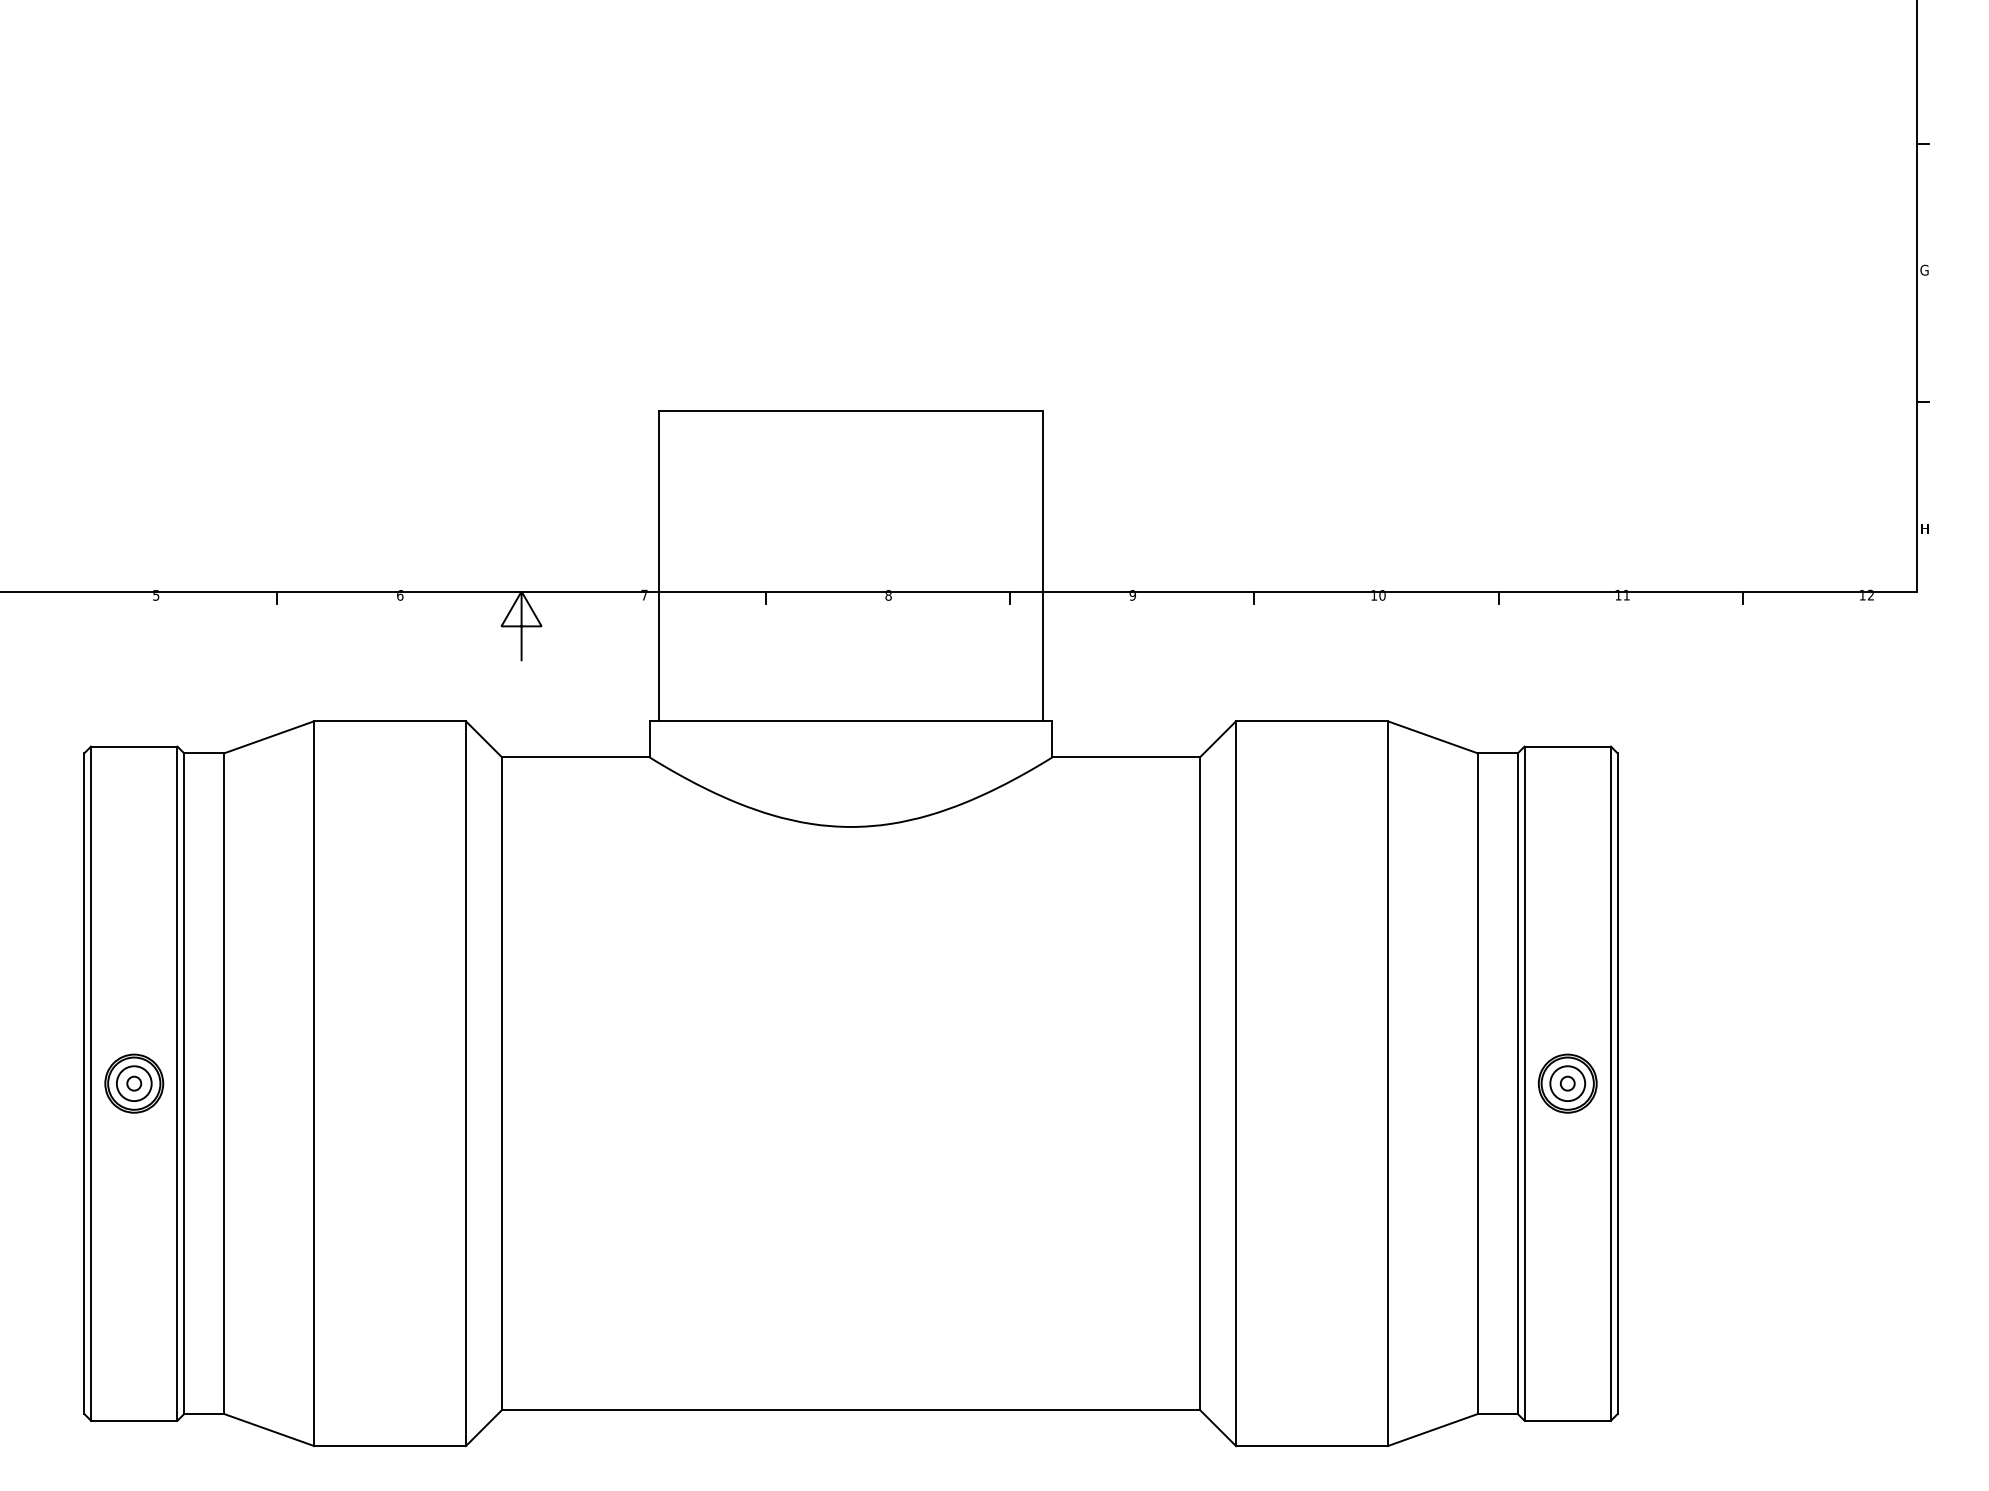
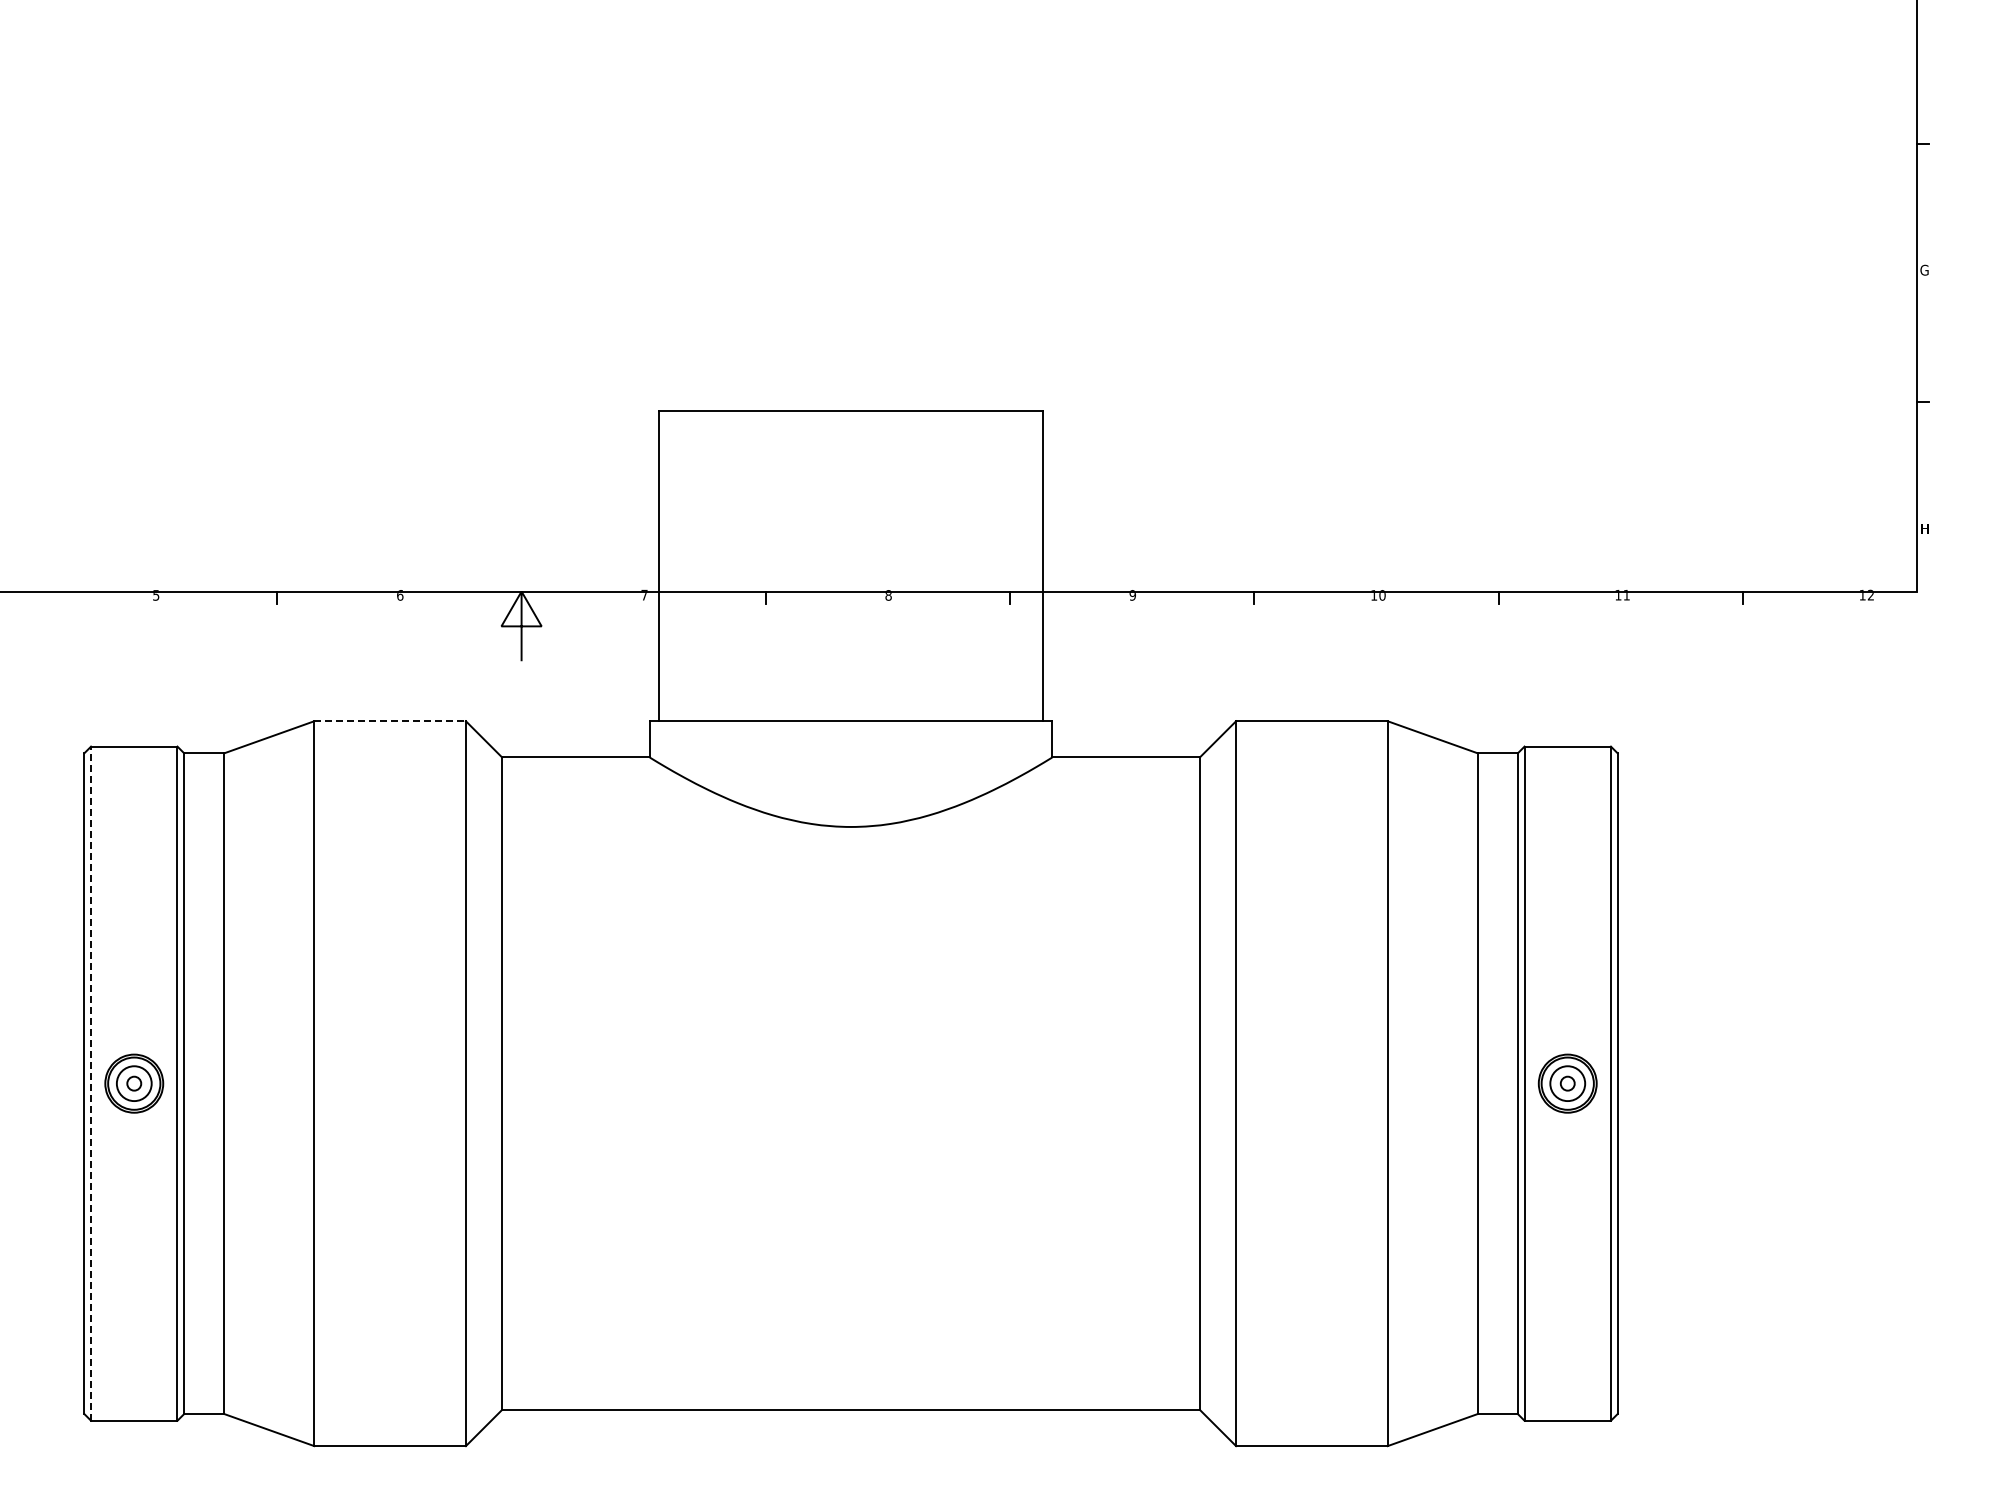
line at (390, 721): solid -> dashed
line at (91, 1083): solid -> dashed
